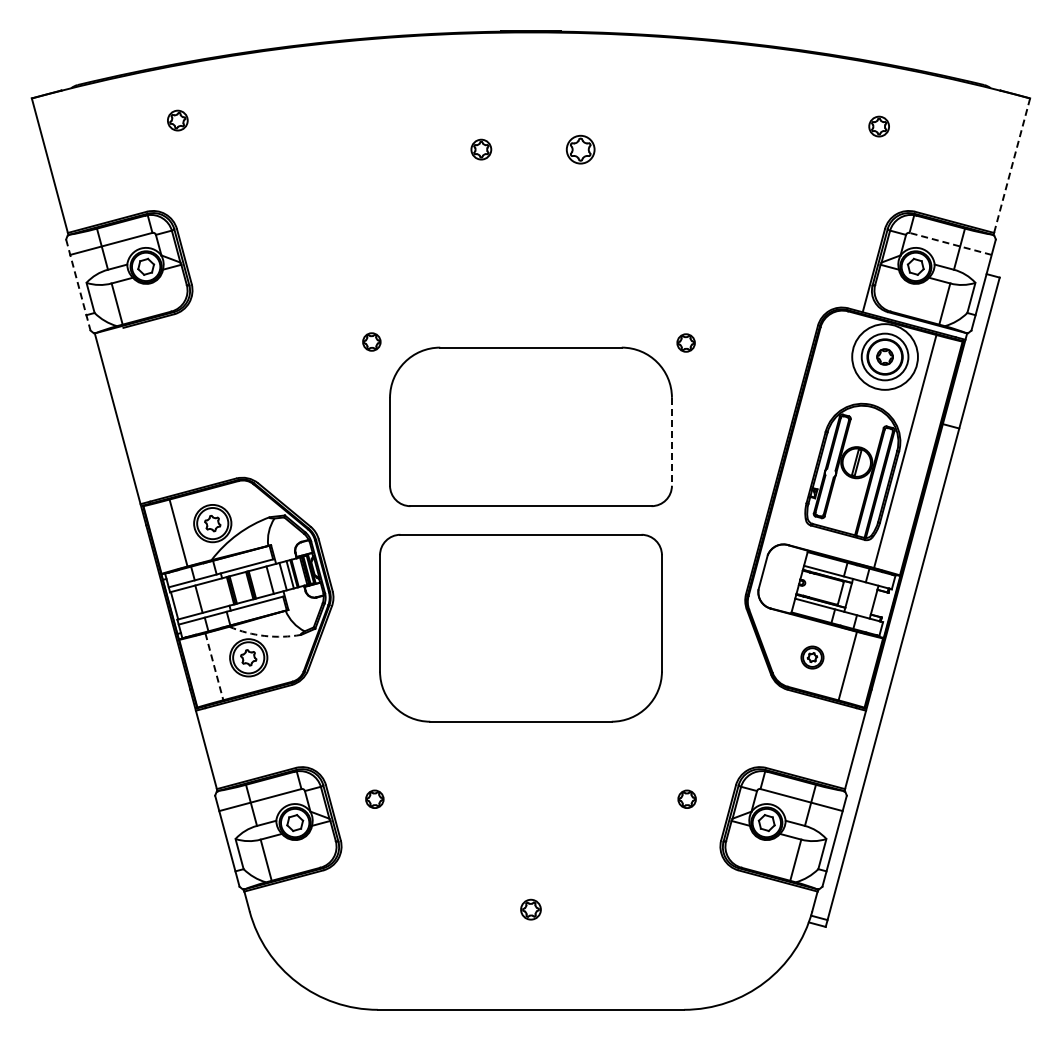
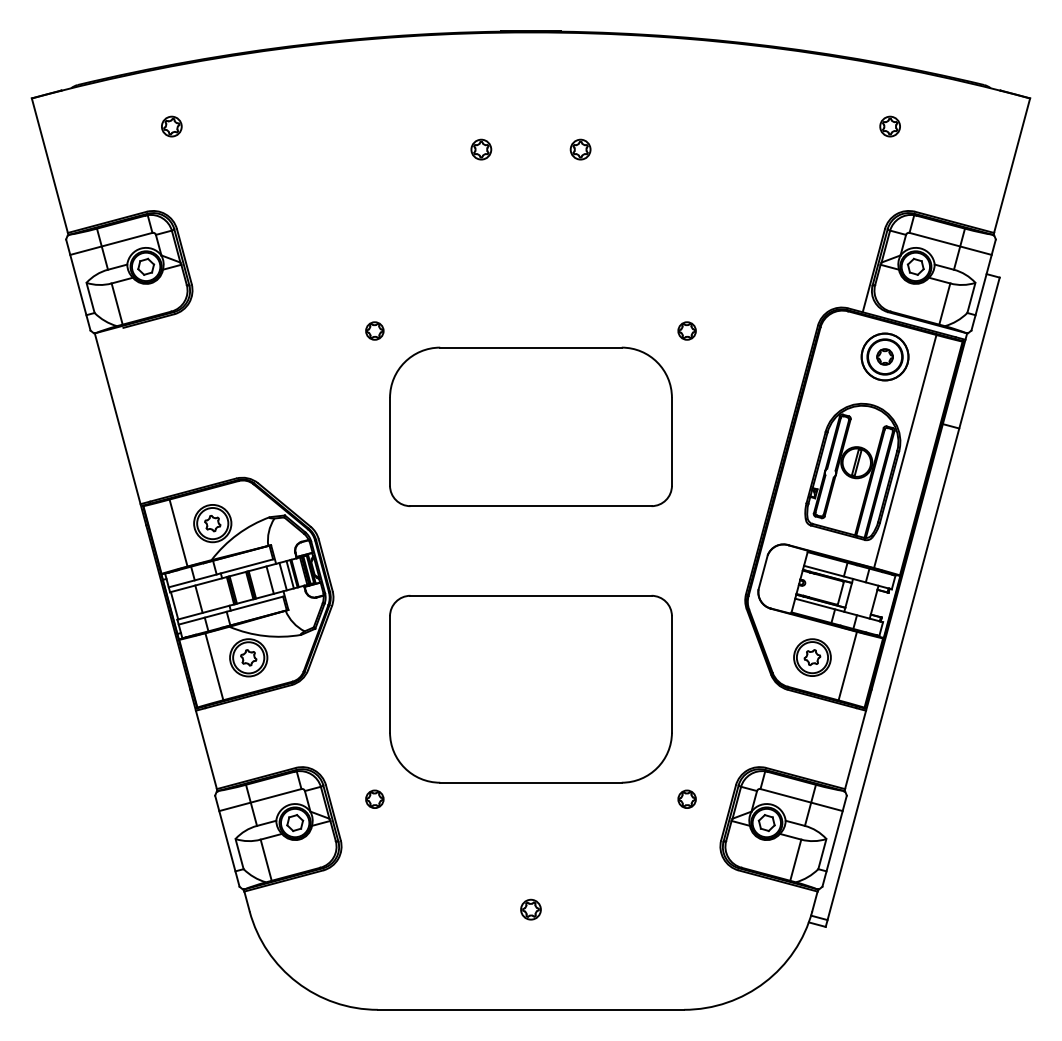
part at (177, 120) position: (177, 120) -> (171, 126)
part at (878, 126) position: (878, 126) -> (889, 126)
part at (580, 149) size: 31x31 px -> 23x23 px
line at (1011, 166): dashed -> solid
line at (950, 243): dashed -> solid
line at (78, 285): dashed -> solid
part at (371, 341) position: (371, 341) -> (374, 330)
part at (685, 342) position: (685, 342) -> (686, 330)
circle at (884, 356) diameter: 66 px -> 47 px
line at (671, 441): dashed -> solid
part at (520, 627) position: (520, 627) -> (530, 688)
arc at (264, 635): dashed -> solid
part at (812, 657) size: 25x25 px -> 39x39 px
line at (214, 666): dashed -> solid
